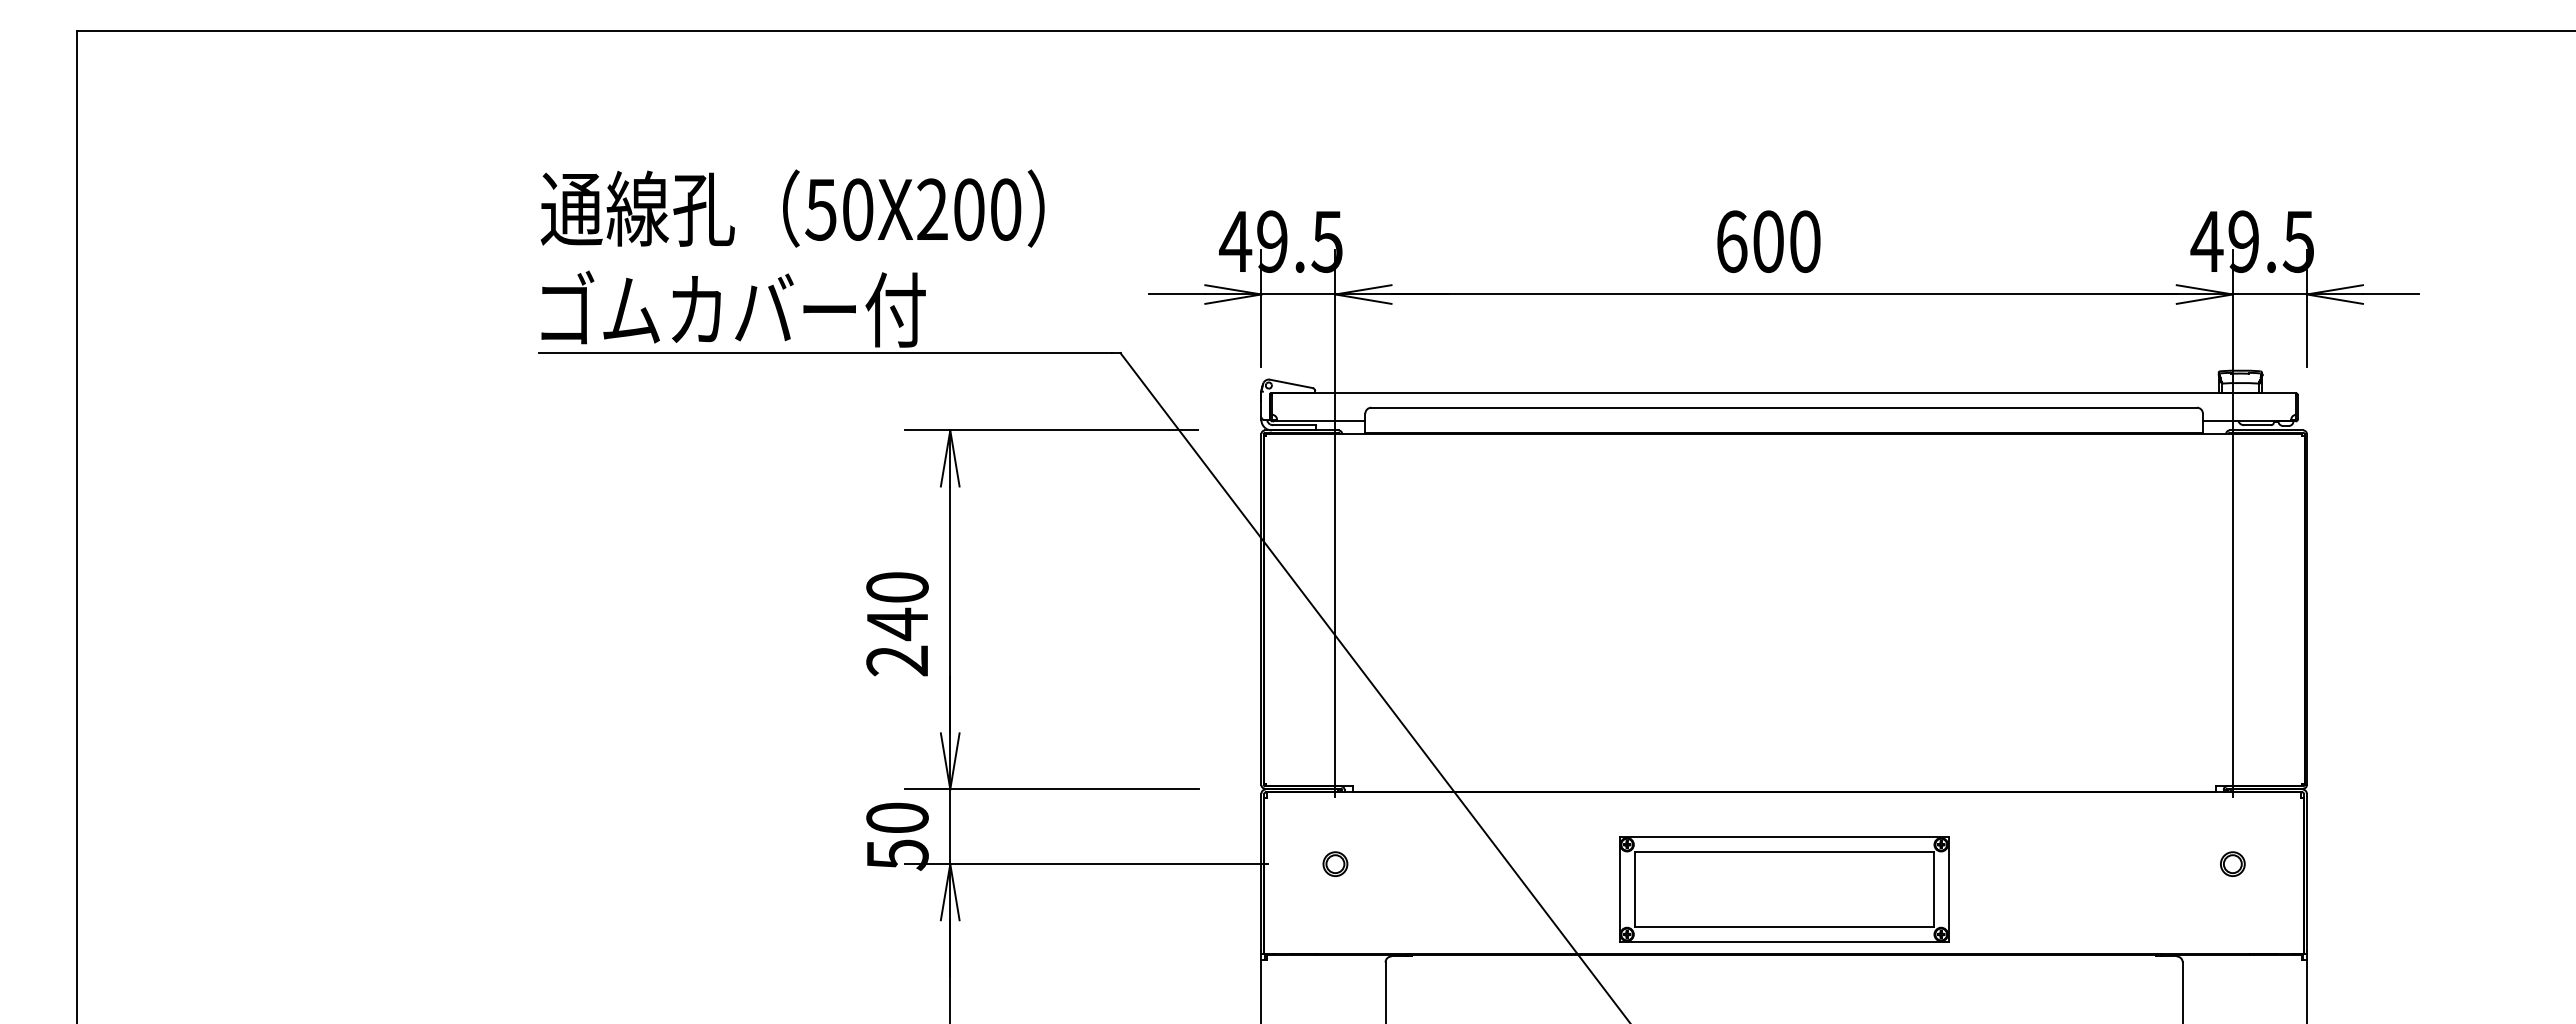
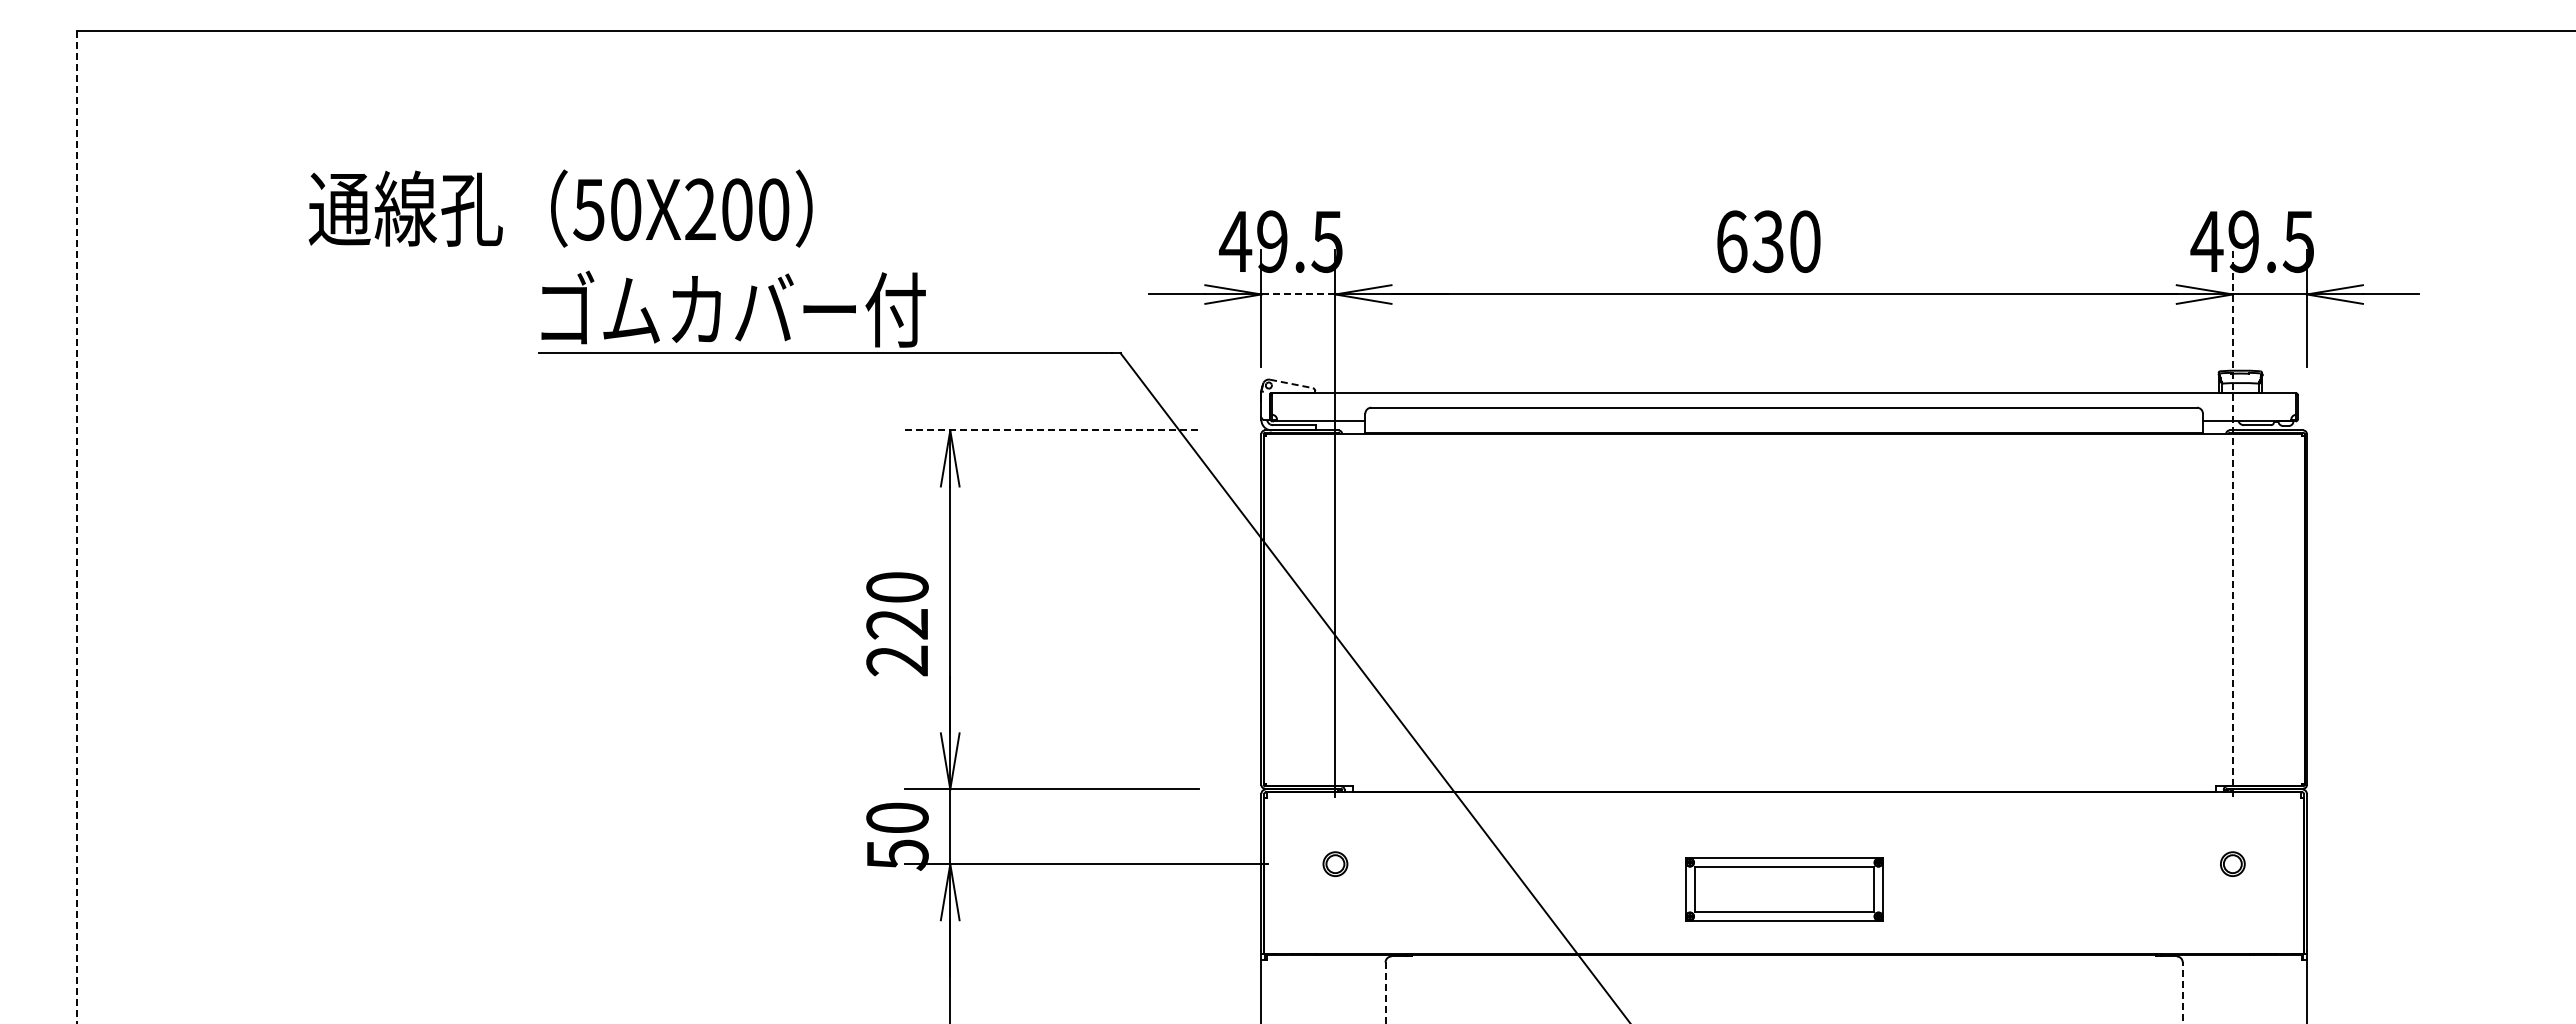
text at (792, 208) position: (792, 208) -> (560, 208)
text at (1767, 241): 600 -> 630
line at (1297, 294): solid -> dashed
line at (1291, 383): solid -> dashed
line at (1051, 430): solid -> dashed
line at (2232, 523): solid -> dashed
line at (77, 526): solid -> dashed
text at (896, 624): 240 -> 220
part at (1784, 889) size: 331x107 px -> 199x65 px
line at (2182, 992): solid -> dashed
line at (1385, 993): solid -> dashed
